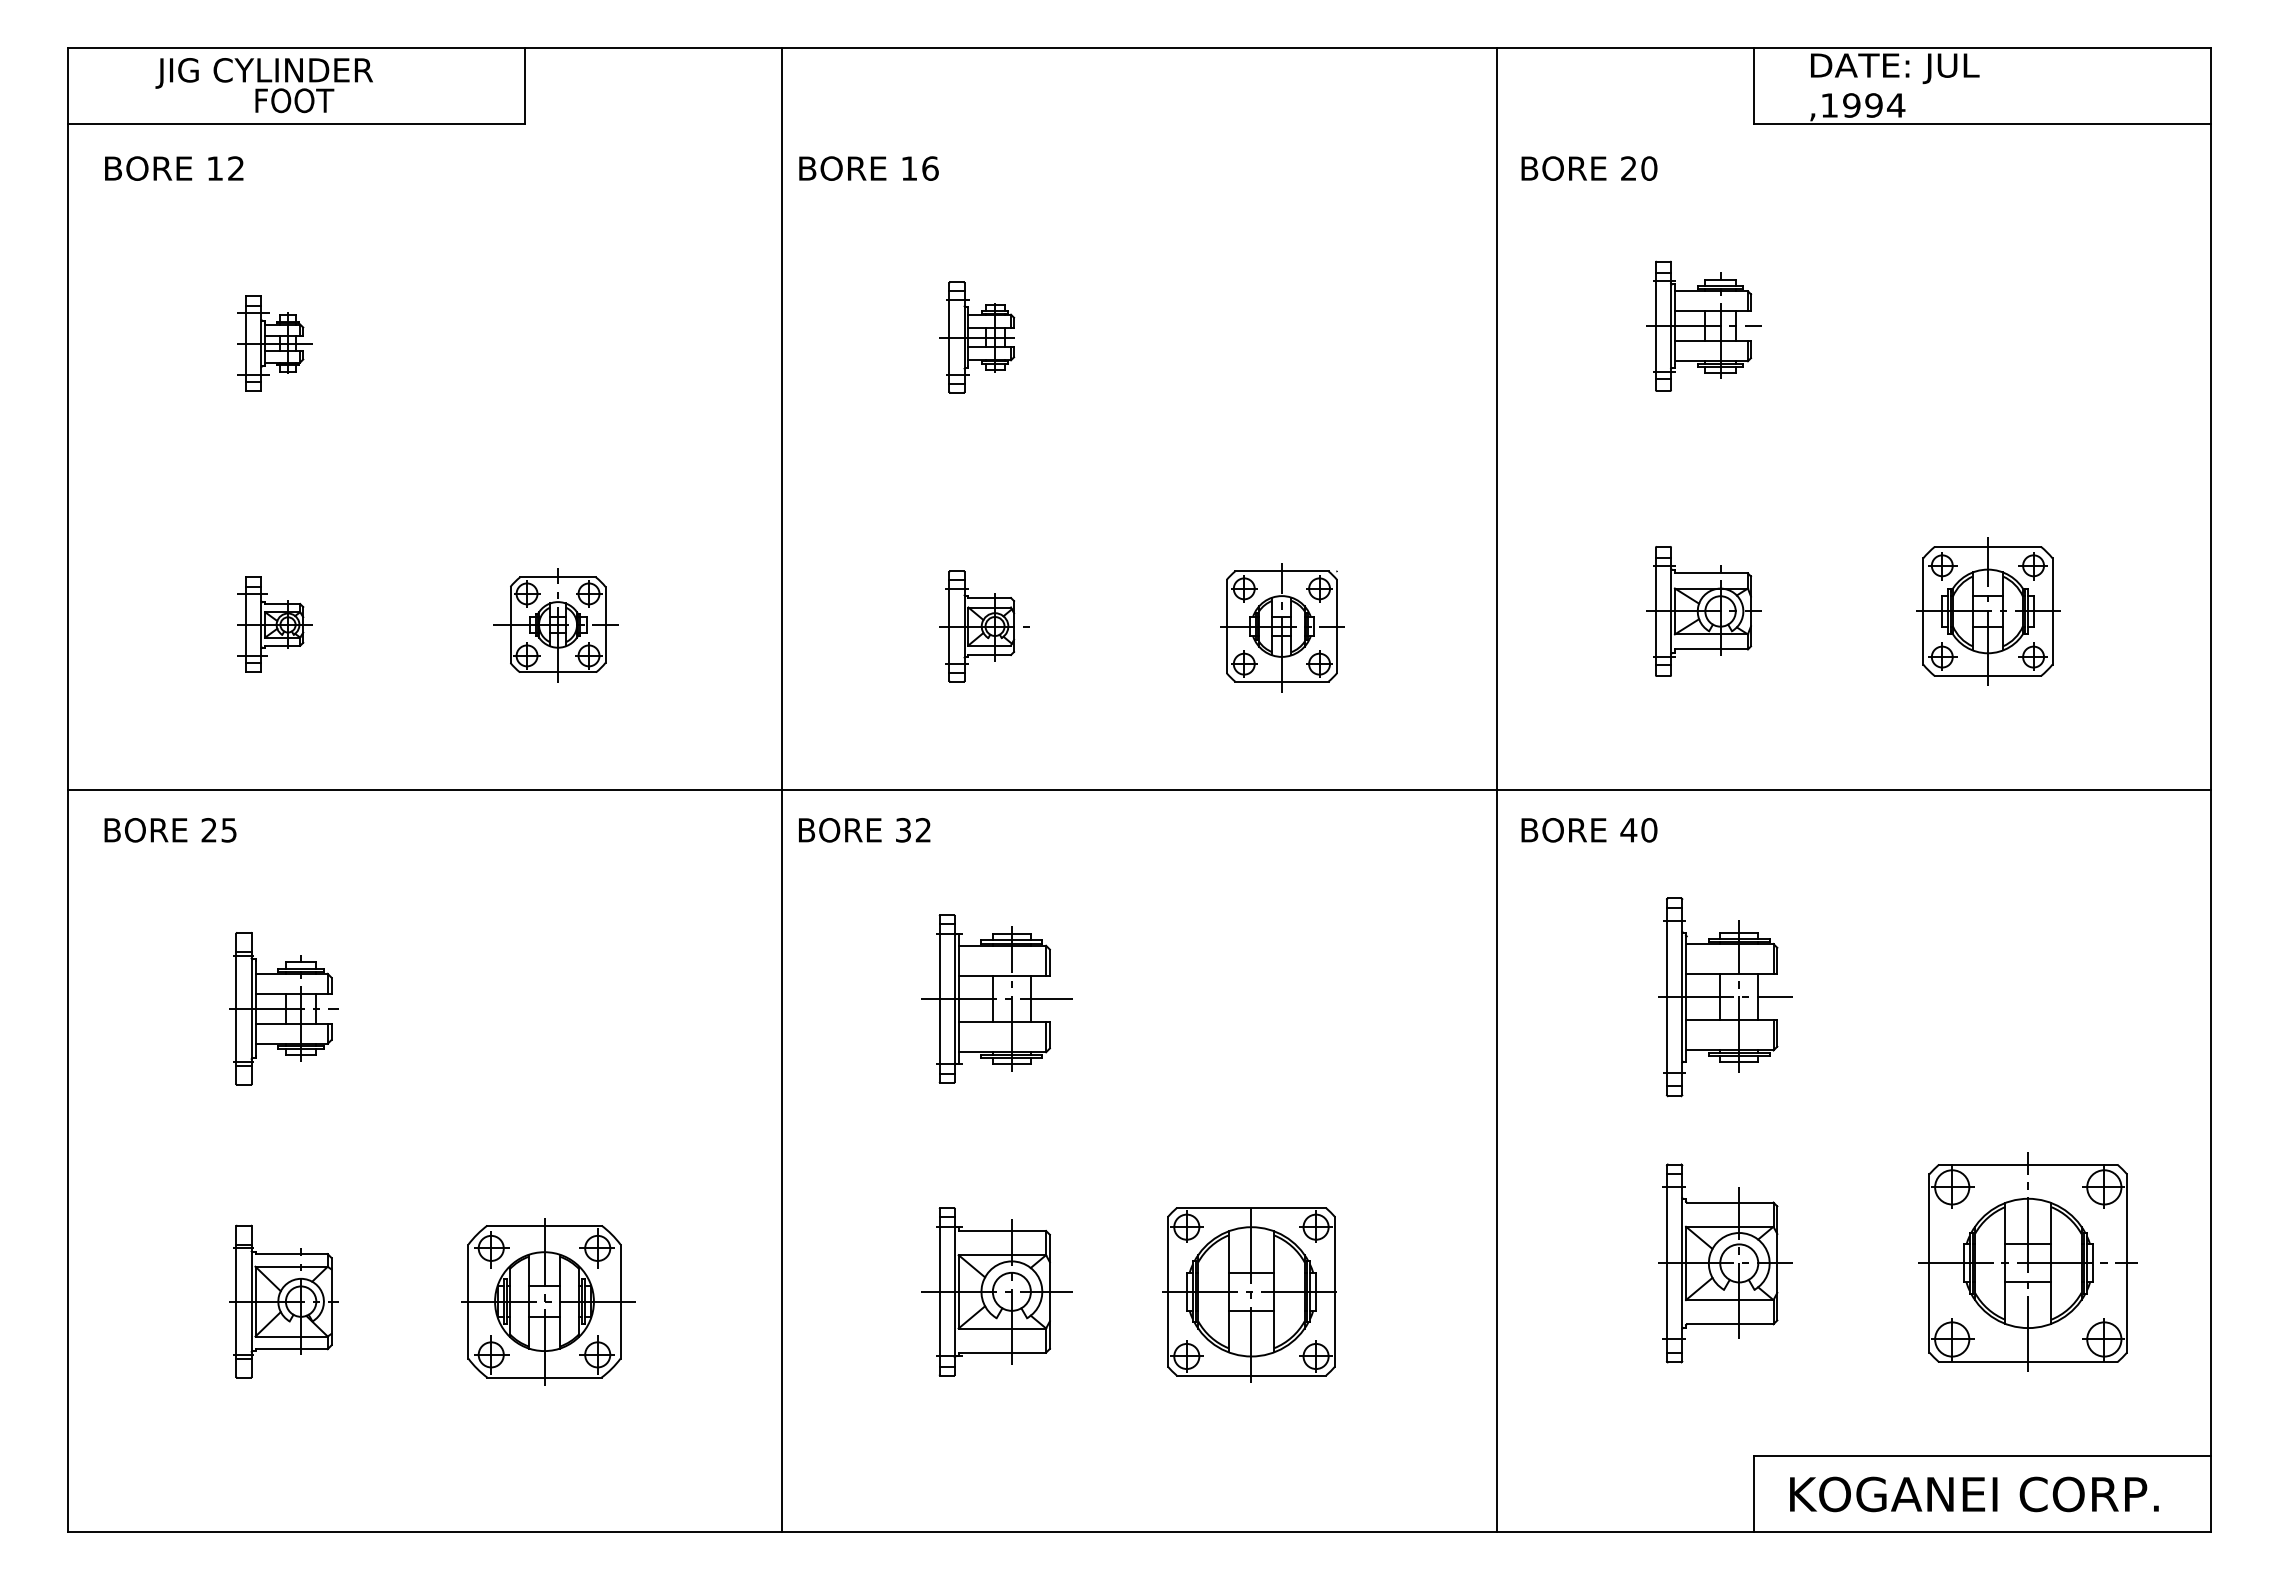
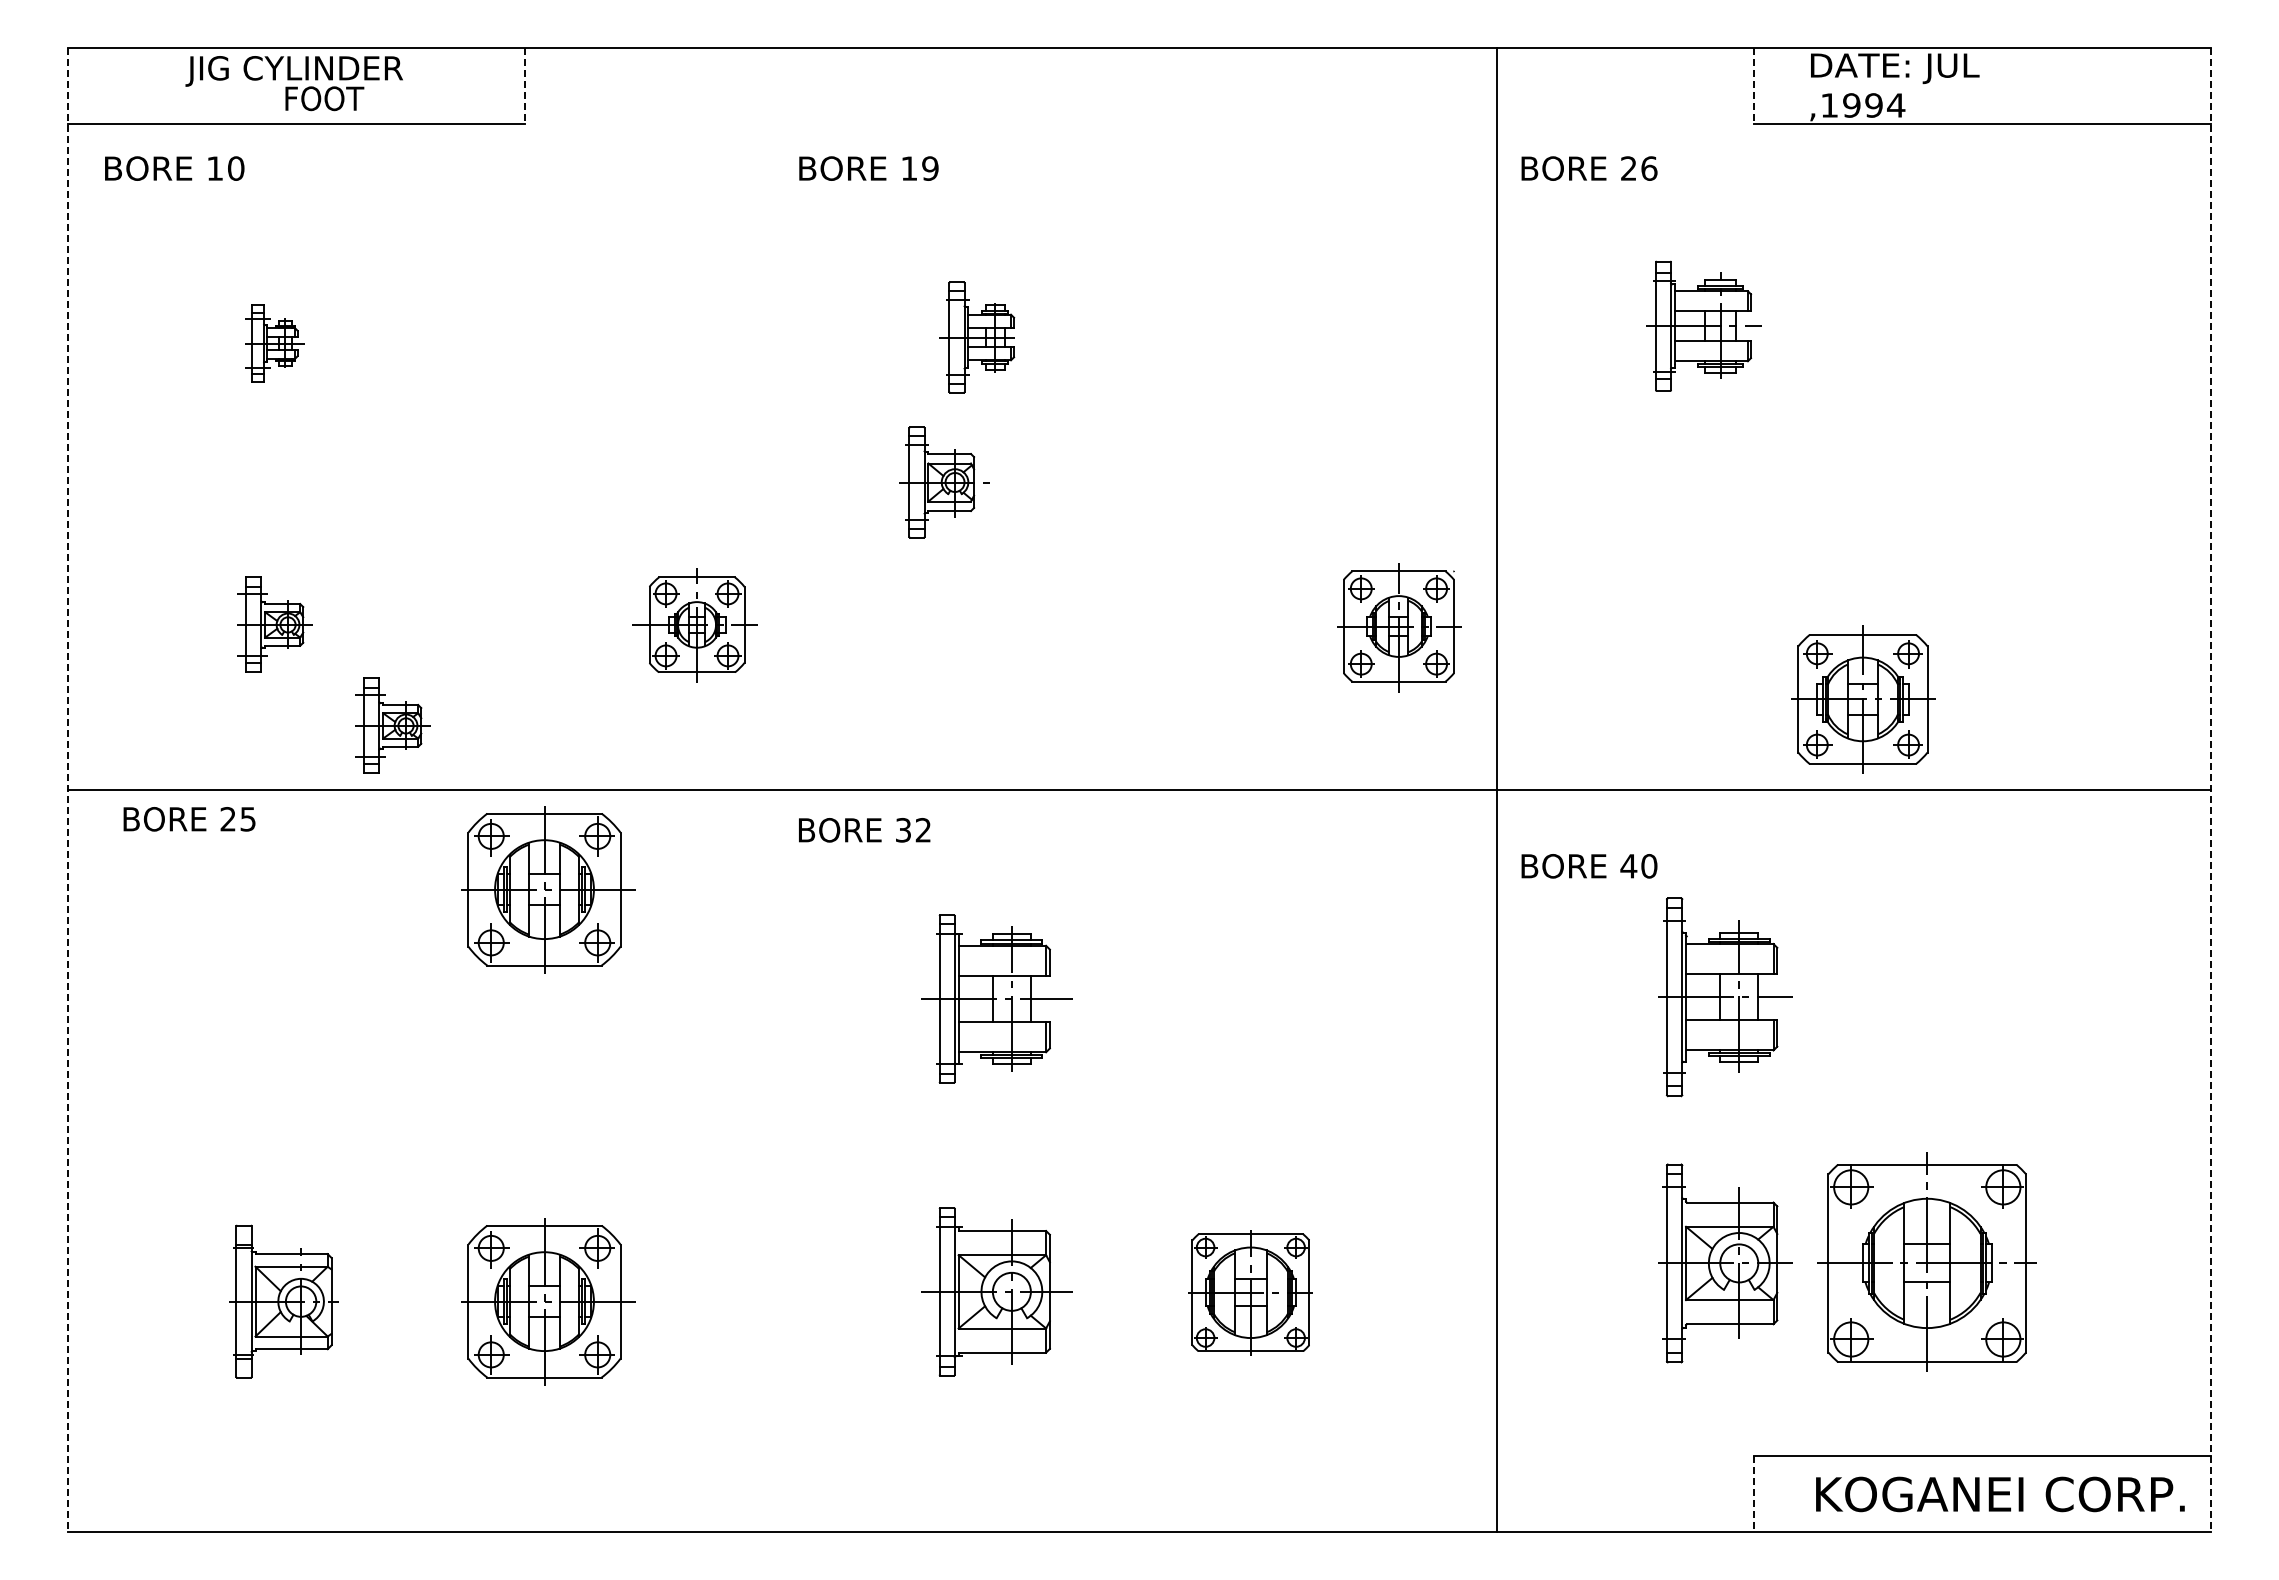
text at (263, 85) position: (263, 85) -> (293, 83)
line at (524, 86): solid -> dashed
line at (1754, 86): solid -> dashed
text at (236, 168): 12 -> 10
text at (930, 168): 16 -> 19
text at (1649, 168): 20 -> 26
part at (274, 343) size: 76x97 px -> 60x79 px
part at (1703, 611): present -> none
part at (1988, 611) position: (1988, 611) -> (1863, 699)
part at (555, 625) position: (555, 625) -> (694, 625)
part at (984, 626) position: (984, 626) -> (944, 482)
part at (1282, 627) position: (1282, 627) -> (1399, 627)
part at (392, 725): none -> present
line at (782, 789): present -> none
line at (68, 790): solid -> dashed
line at (2210, 790): solid -> dashed
text at (170, 830) position: (170, 830) -> (189, 819)
text at (1589, 830) position: (1589, 830) -> (1589, 866)
part at (548, 889): none -> present
part at (283, 1008): present -> none
part at (2027, 1261) position: (2027, 1261) -> (1926, 1261)
part at (1249, 1294) size: 175x176 px -> 125x126 px
line at (1754, 1494): solid -> dashed
text at (1974, 1494) position: (1974, 1494) -> (2000, 1494)
